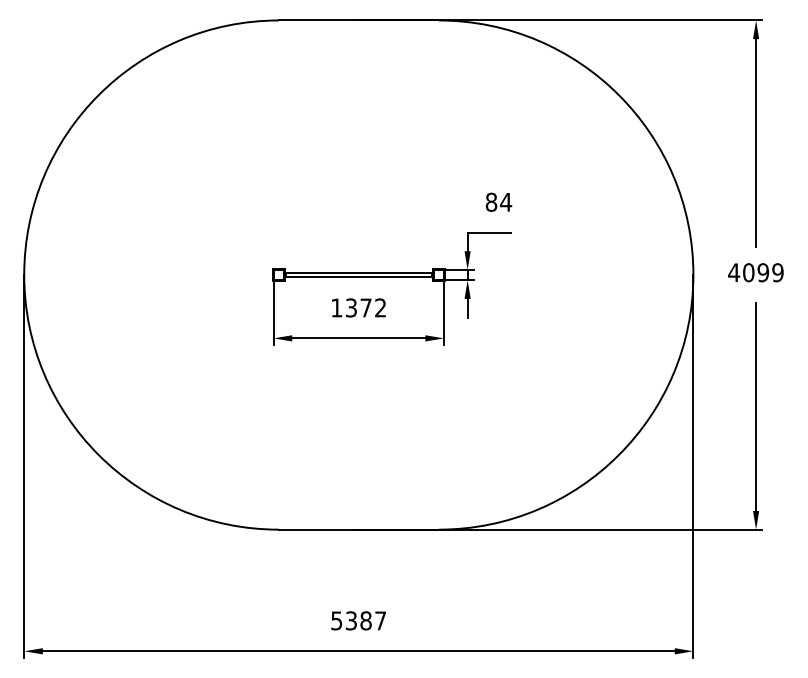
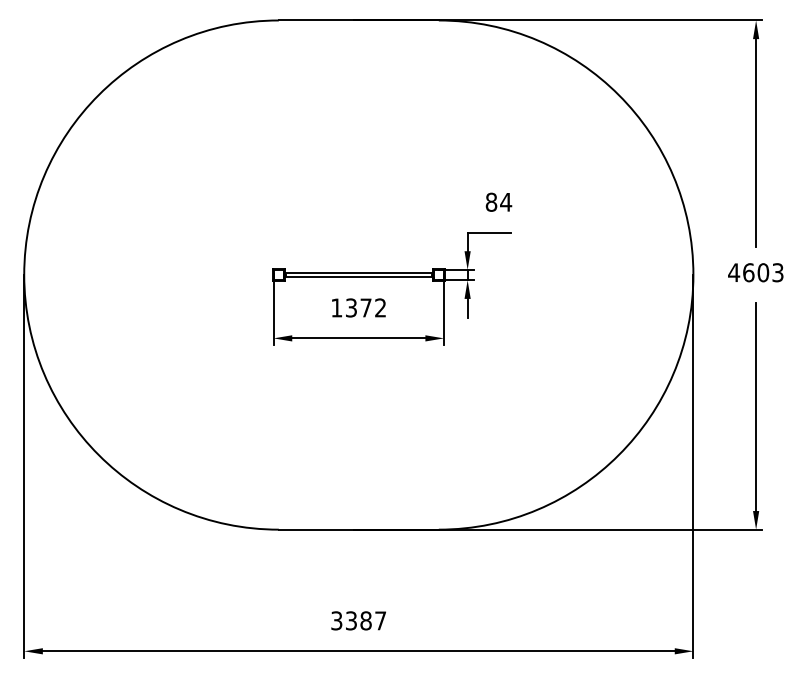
text at (763, 272): 4099 -> 4603
text at (336, 620): 5387 -> 3387
